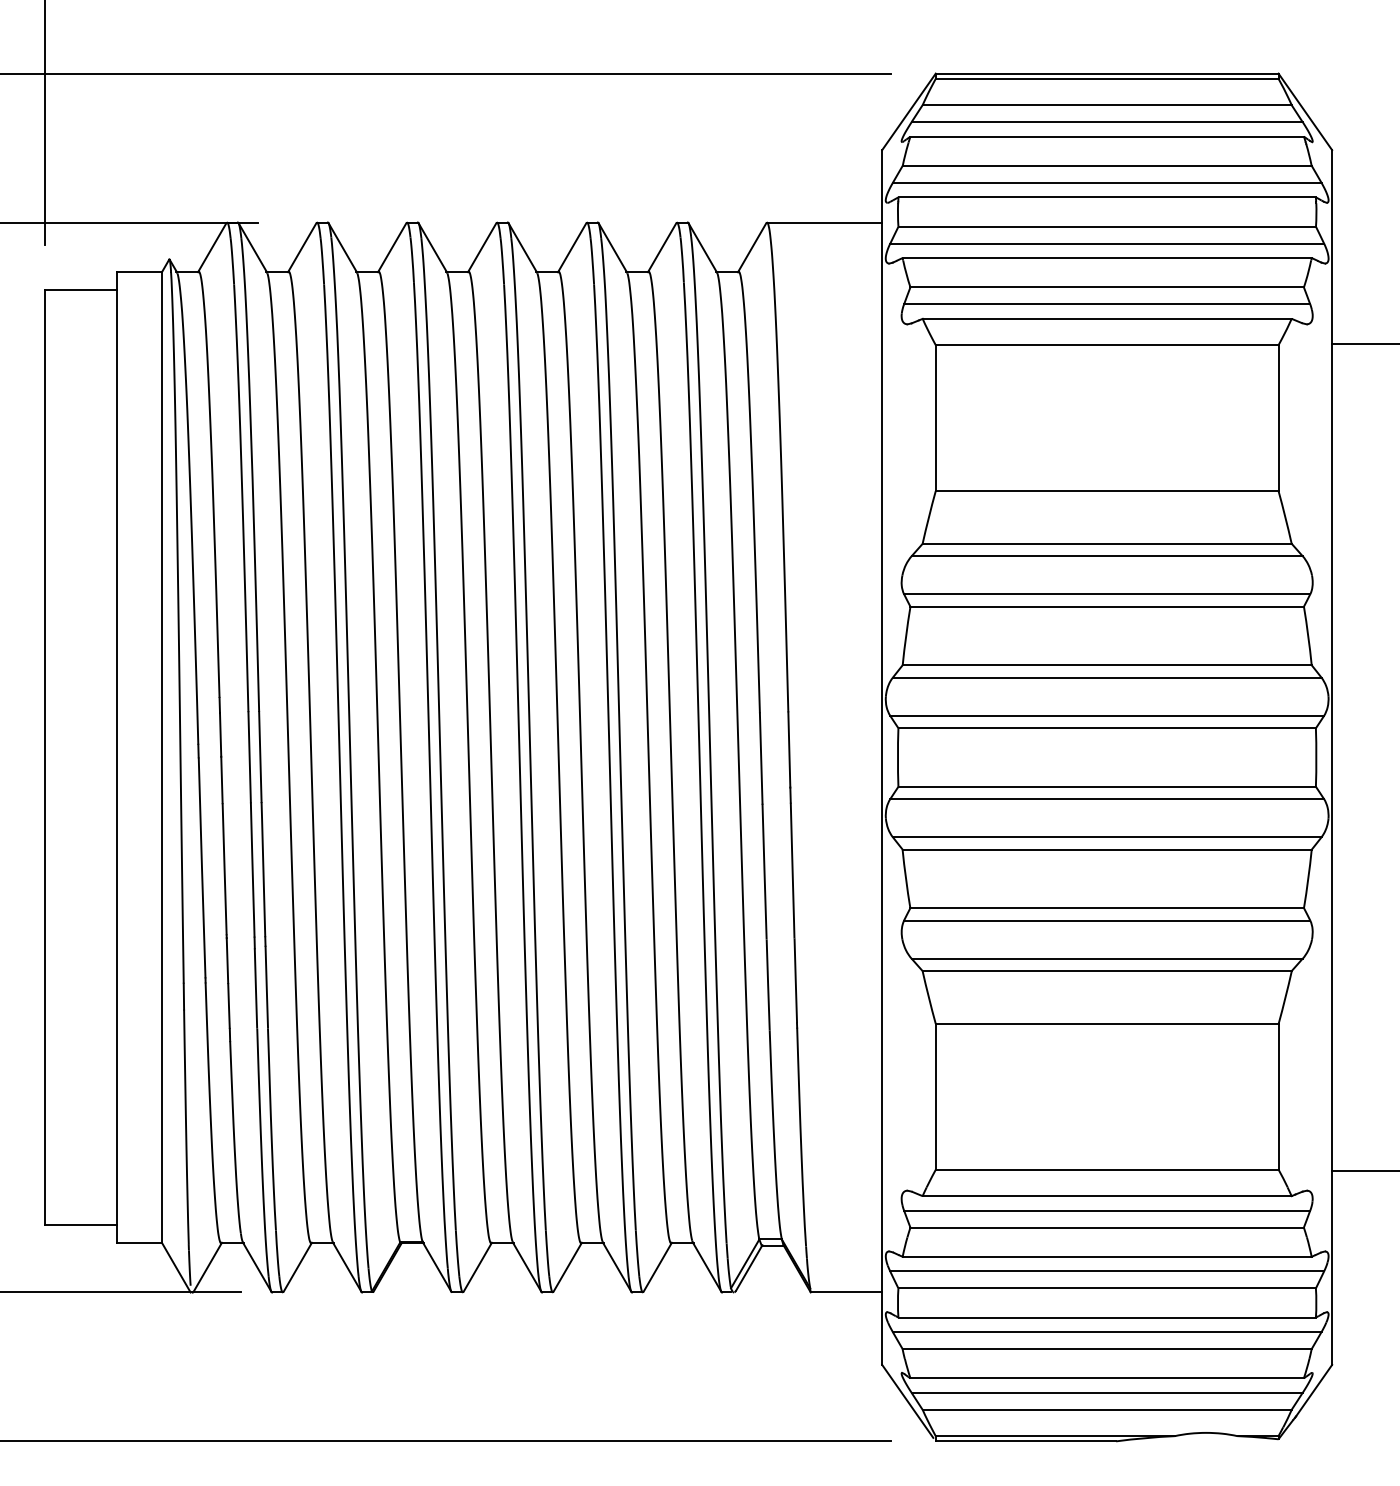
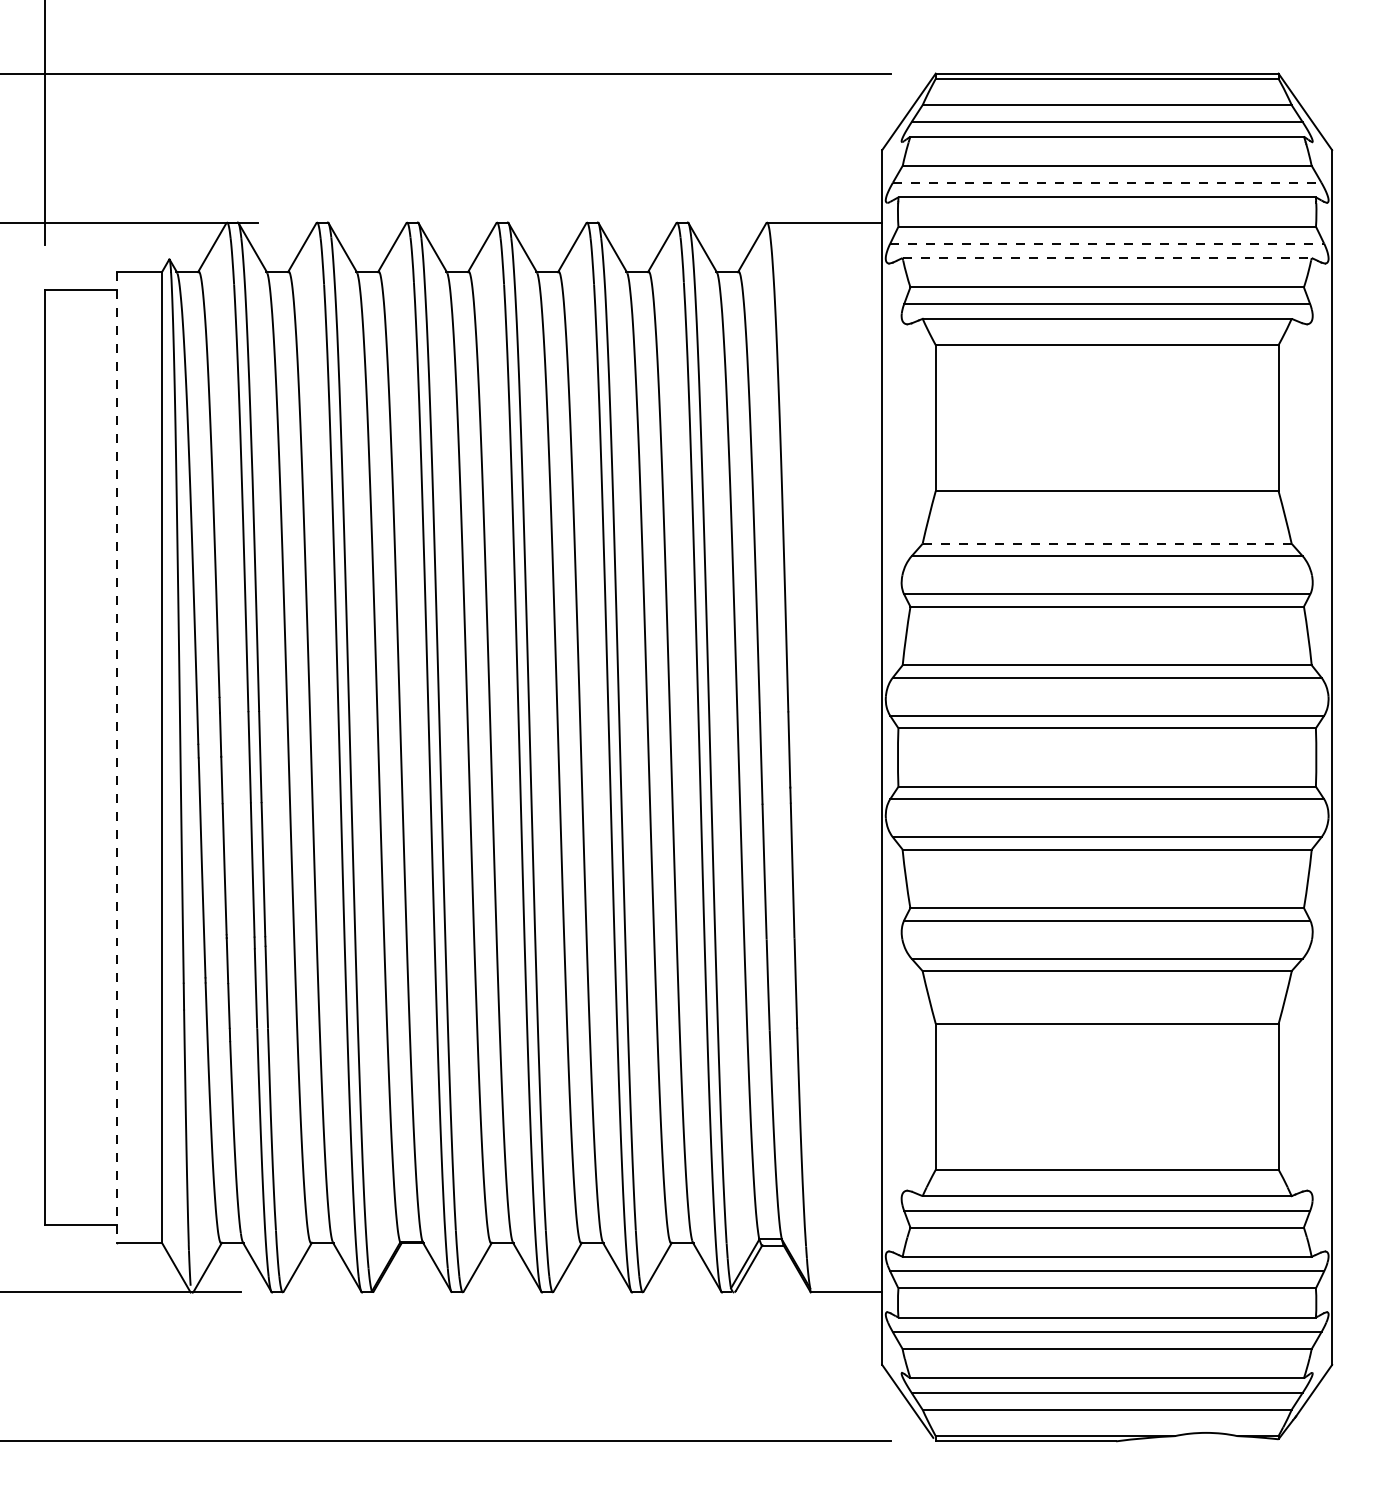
line at (1107, 182): solid -> dashed
line at (1107, 243): solid -> dashed
line at (1107, 258): solid -> dashed
line at (1364, 343): present -> none
line at (1107, 543): solid -> dashed
line at (117, 757): solid -> dashed
line at (1364, 1171): present -> none
